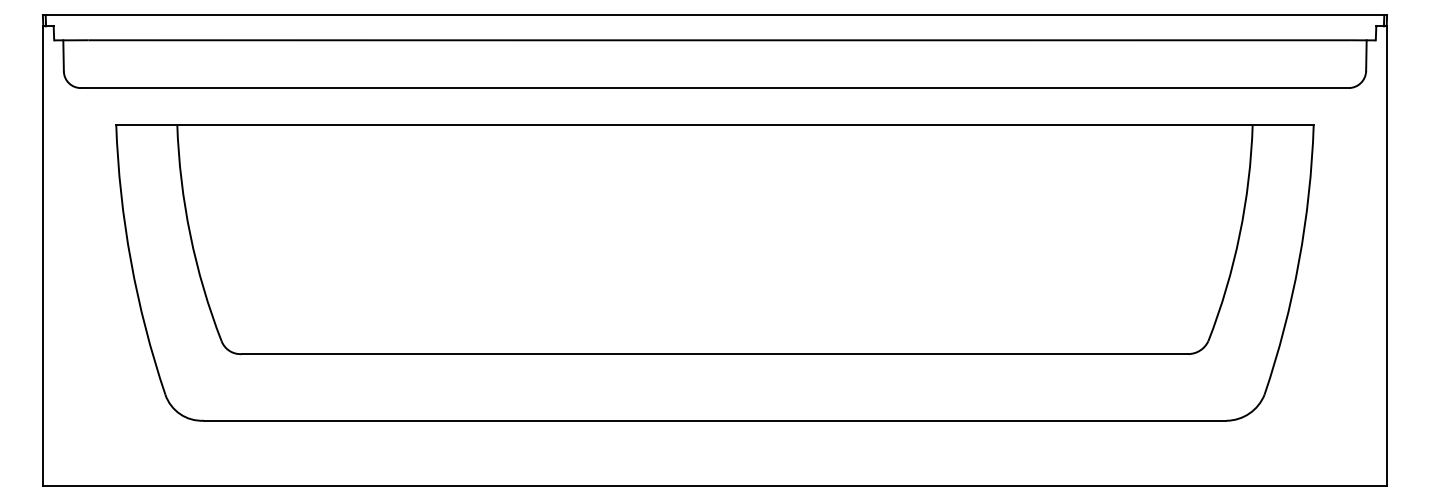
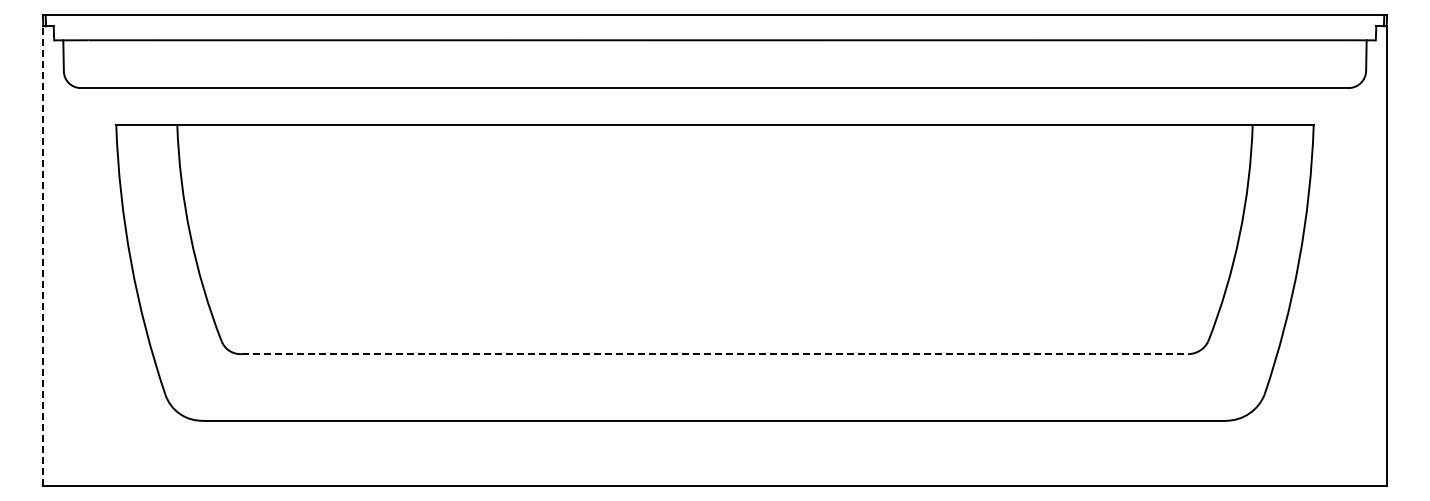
line at (42, 256): solid -> dashed
line at (715, 354): solid -> dashed
